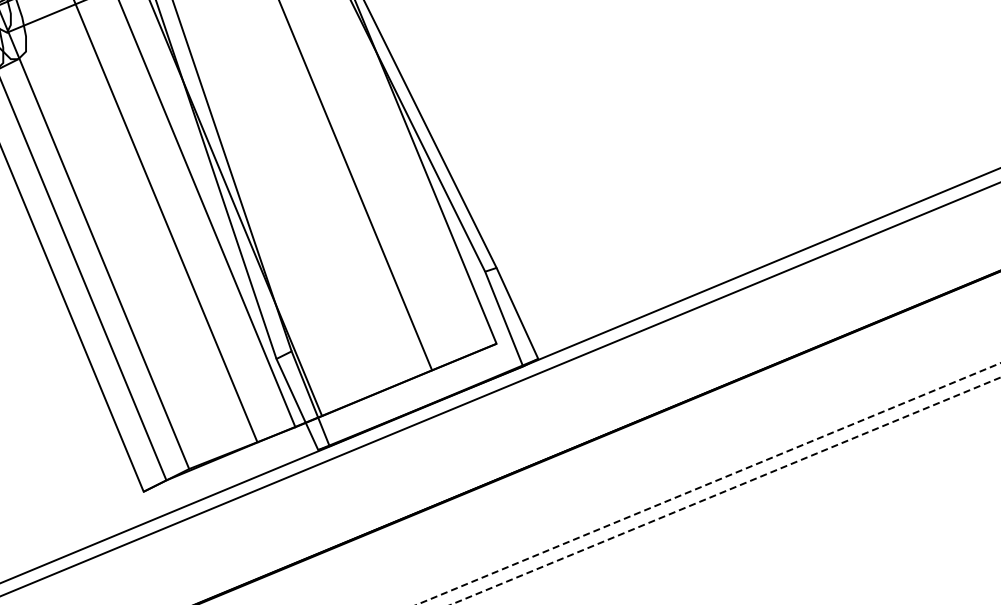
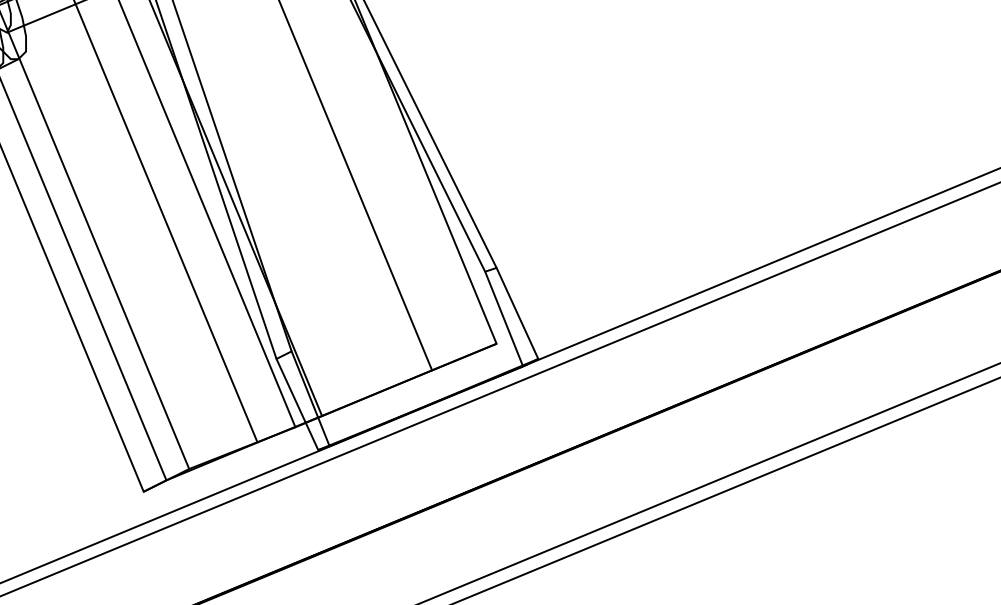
line at (708, 483): dashed -> solid
line at (726, 490): dashed -> solid
